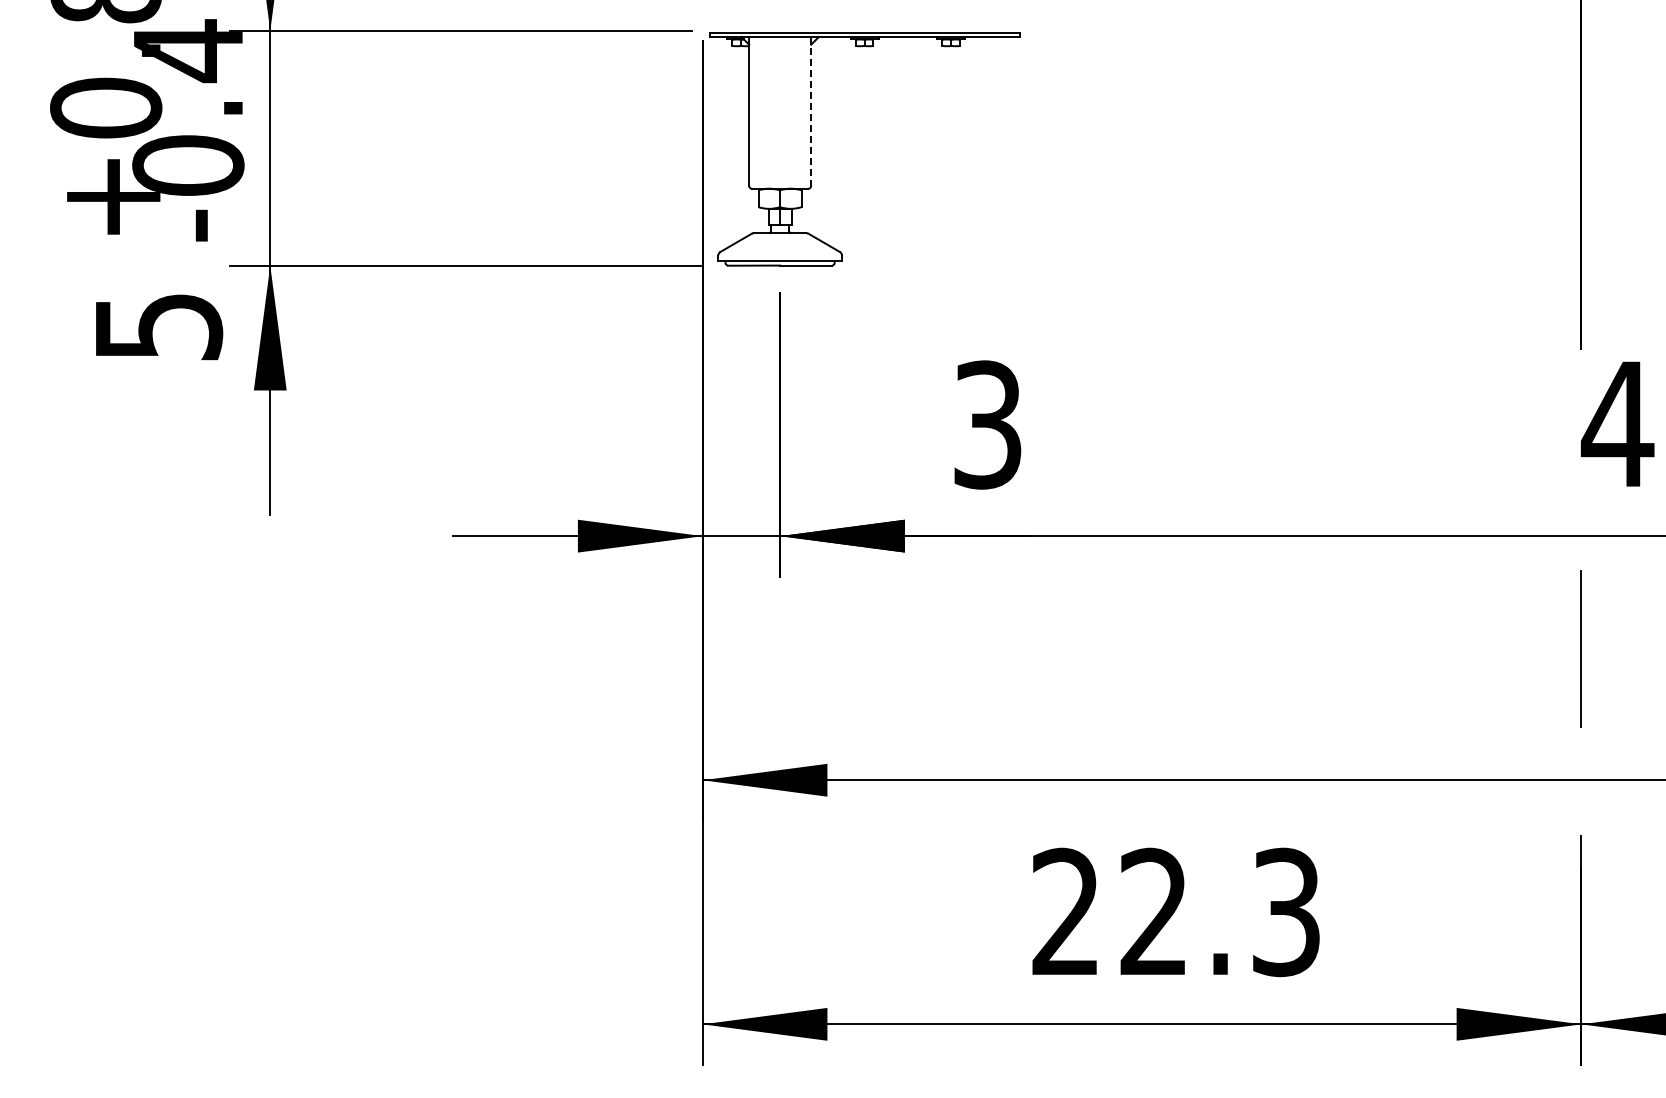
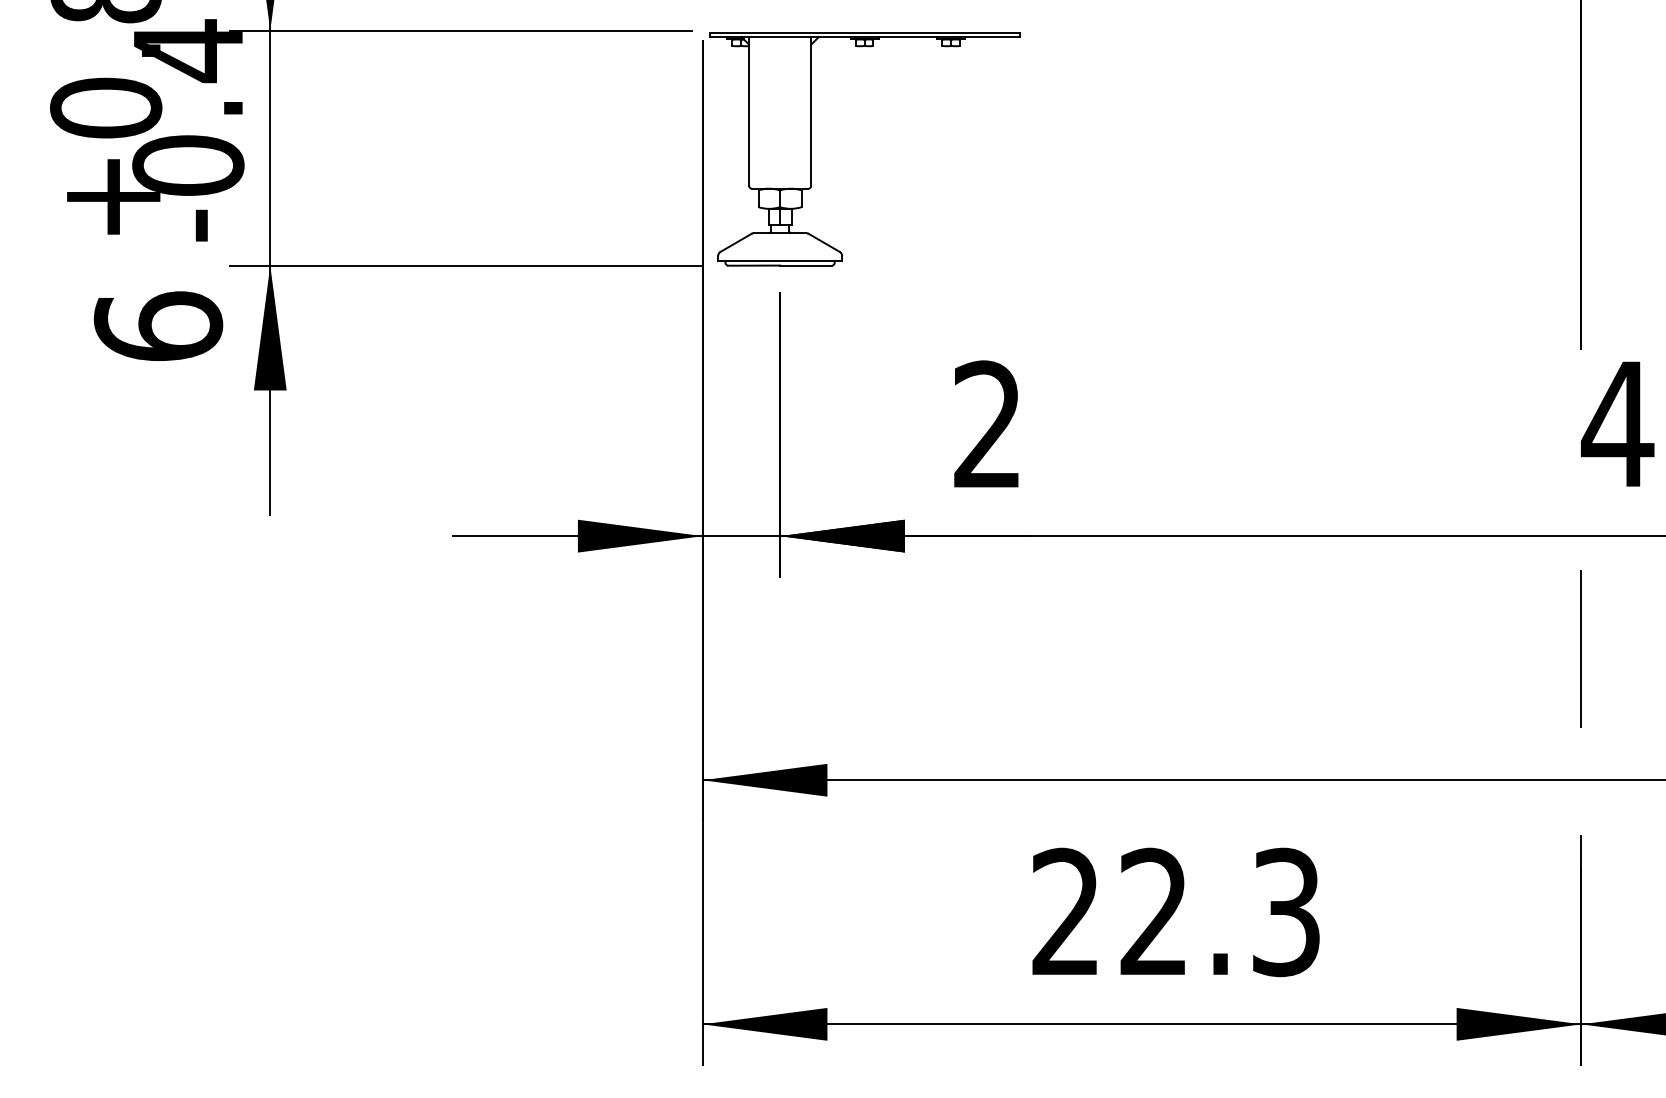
line at (811, 111): dashed -> solid
text at (158, 325): 5 -> 6
text at (987, 424): 3 -> 2
